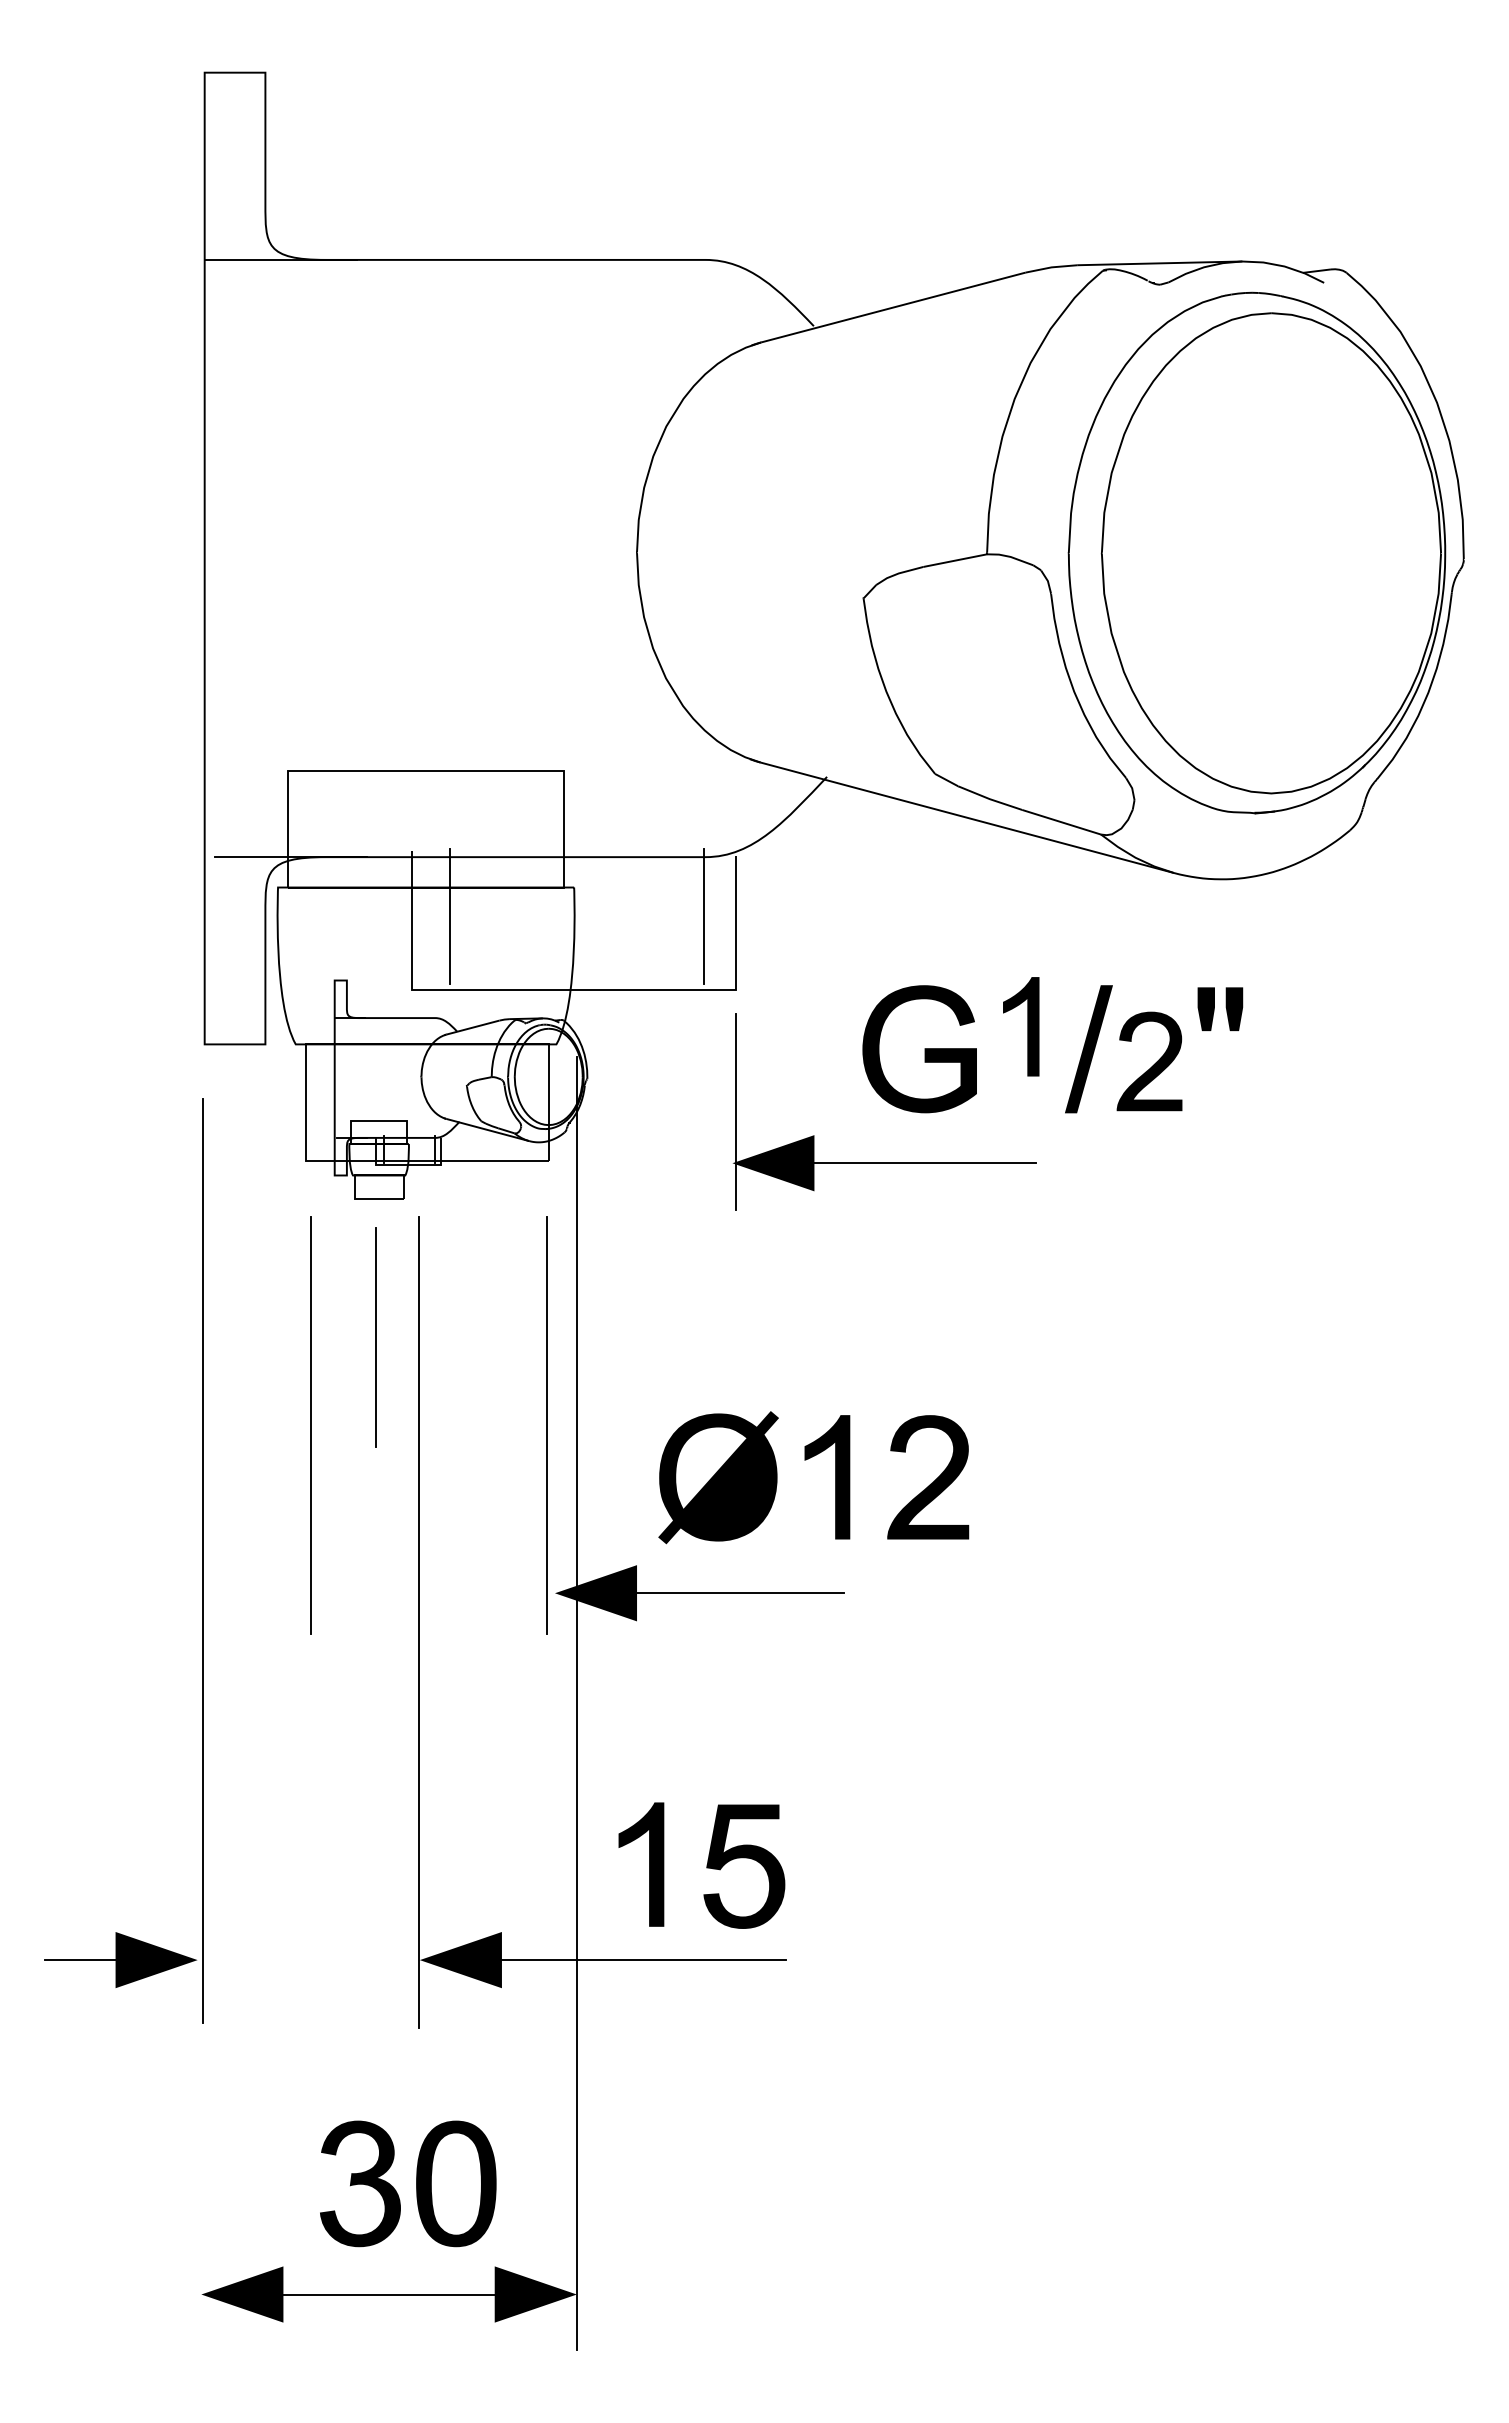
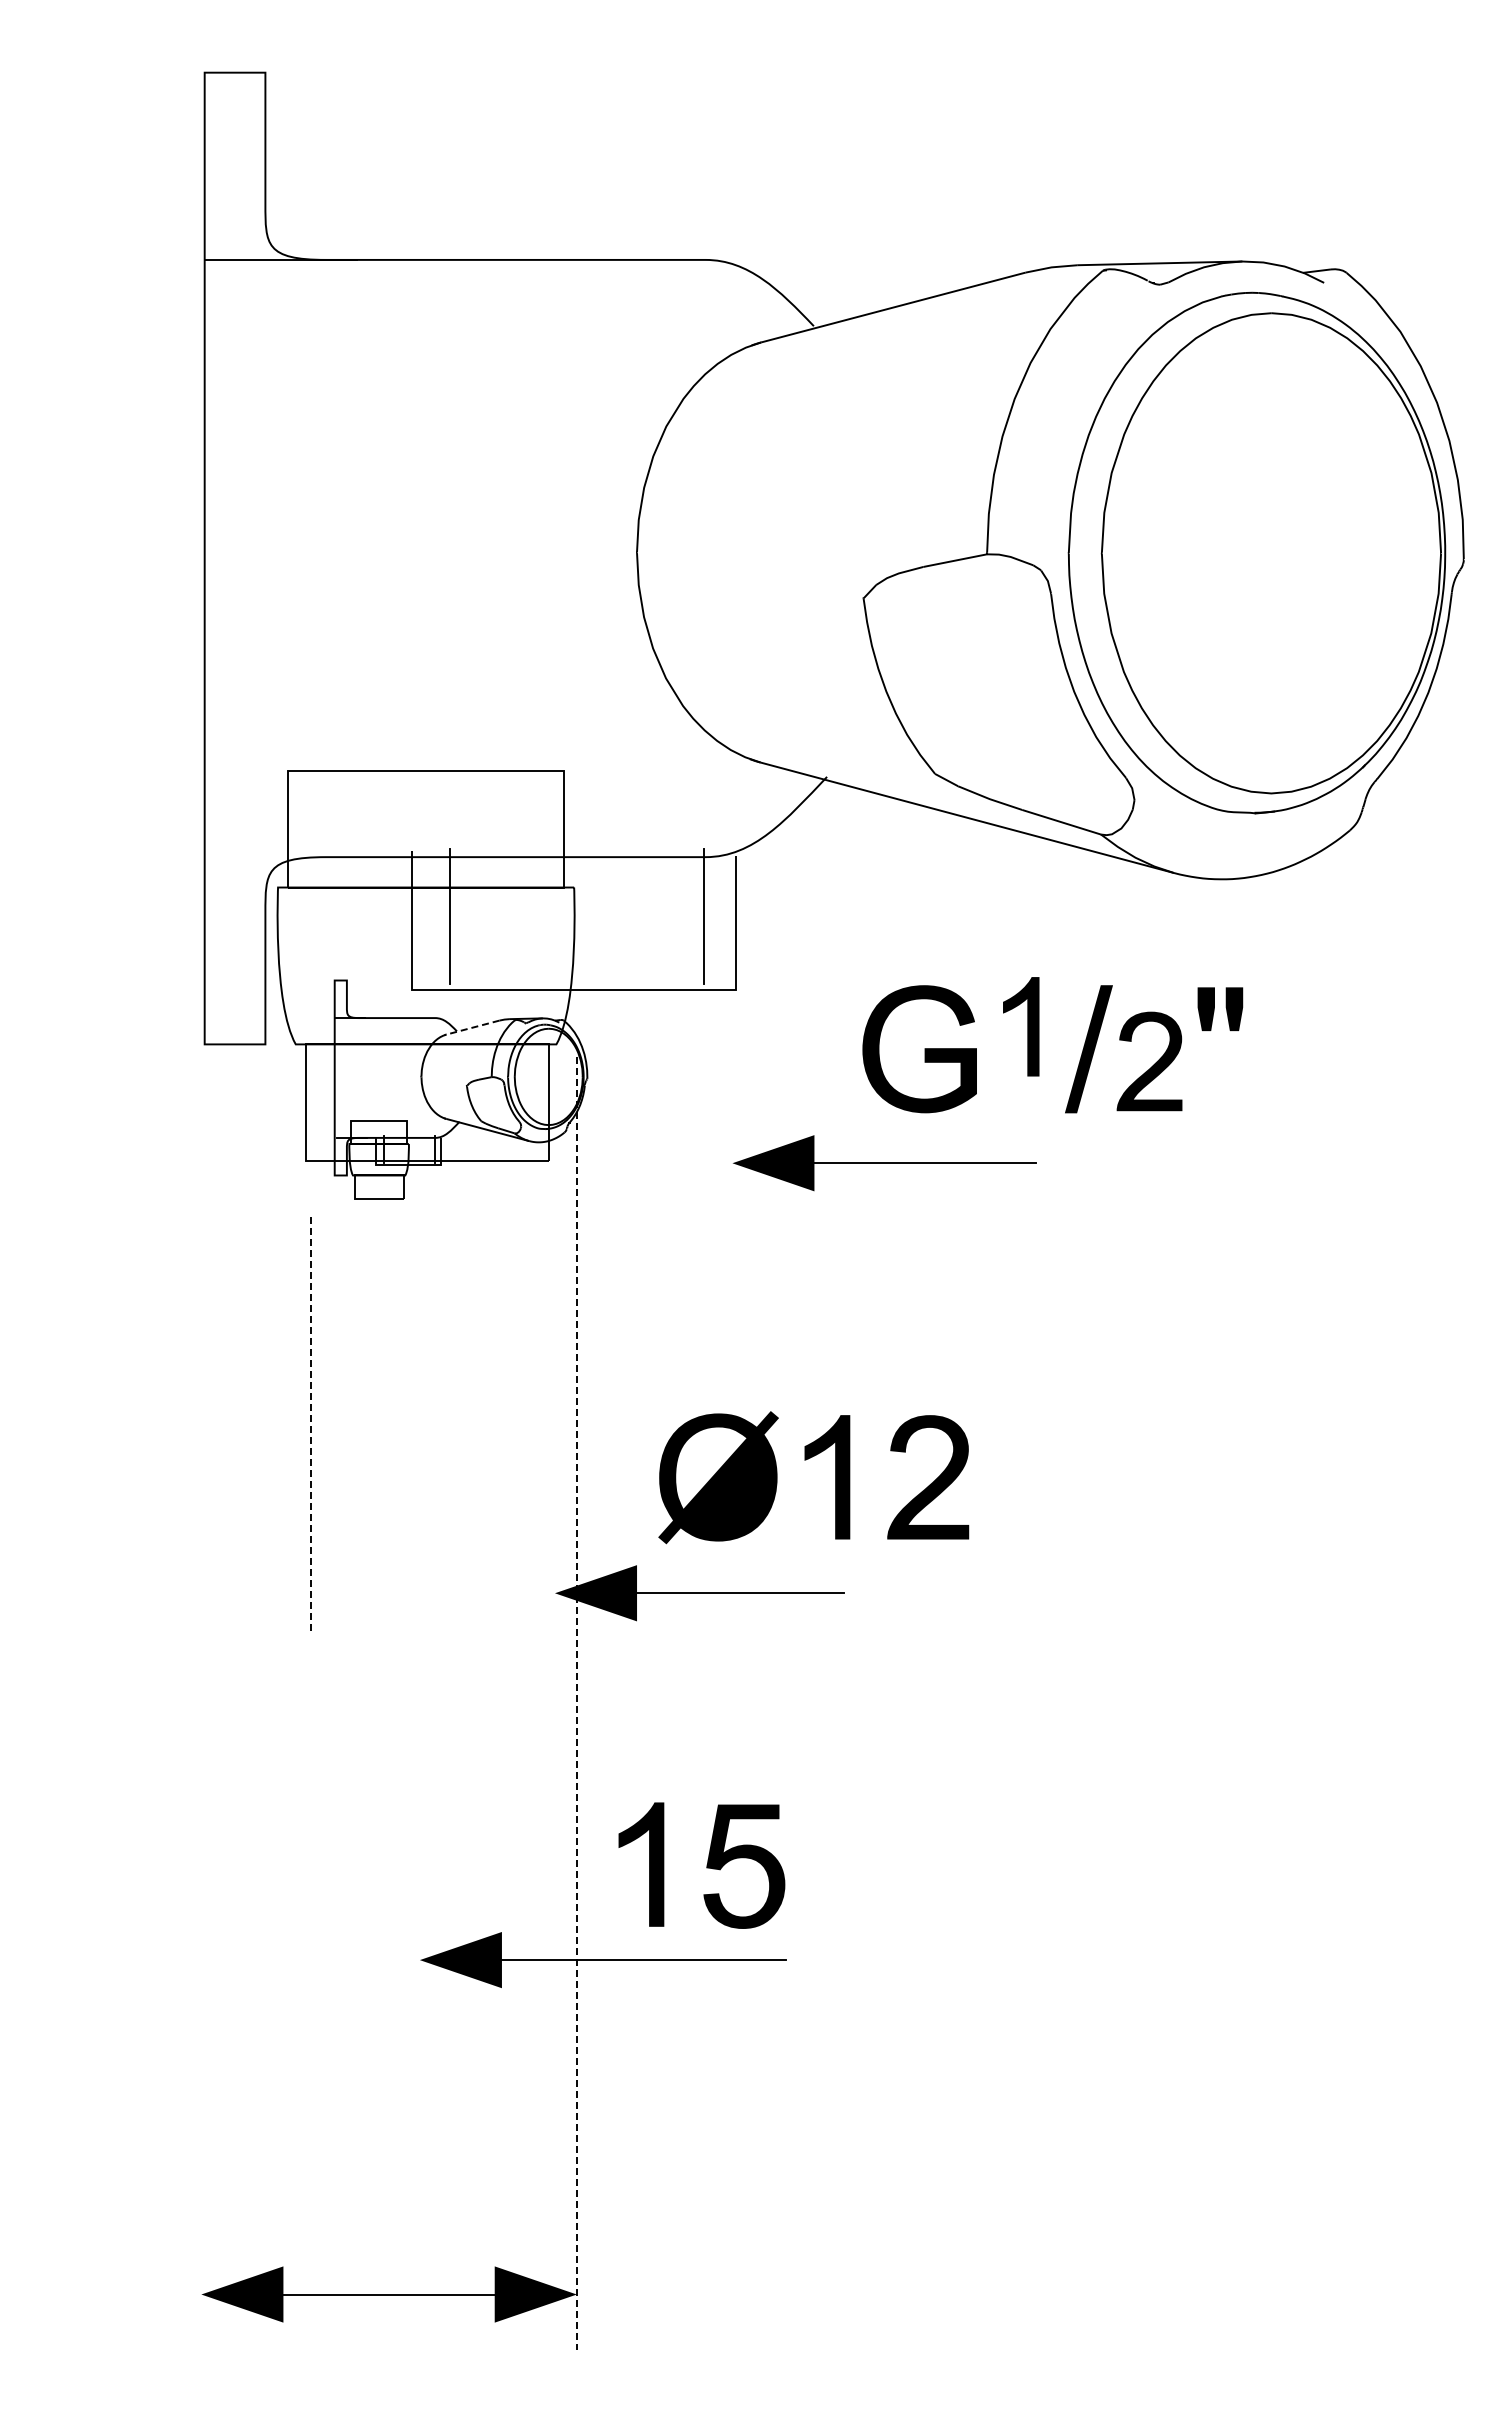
line at (290, 857): present -> none
line at (471, 1027): solid -> dashed
line at (735, 1111): present -> none
line at (376, 1337): present -> none
line at (310, 1425): solid -> dashed
line at (546, 1425): present -> none
part at (202, 1560): present -> none
line at (419, 1622): present -> none
line at (576, 1703): solid -> dashed
part at (416, 2183): present -> none
